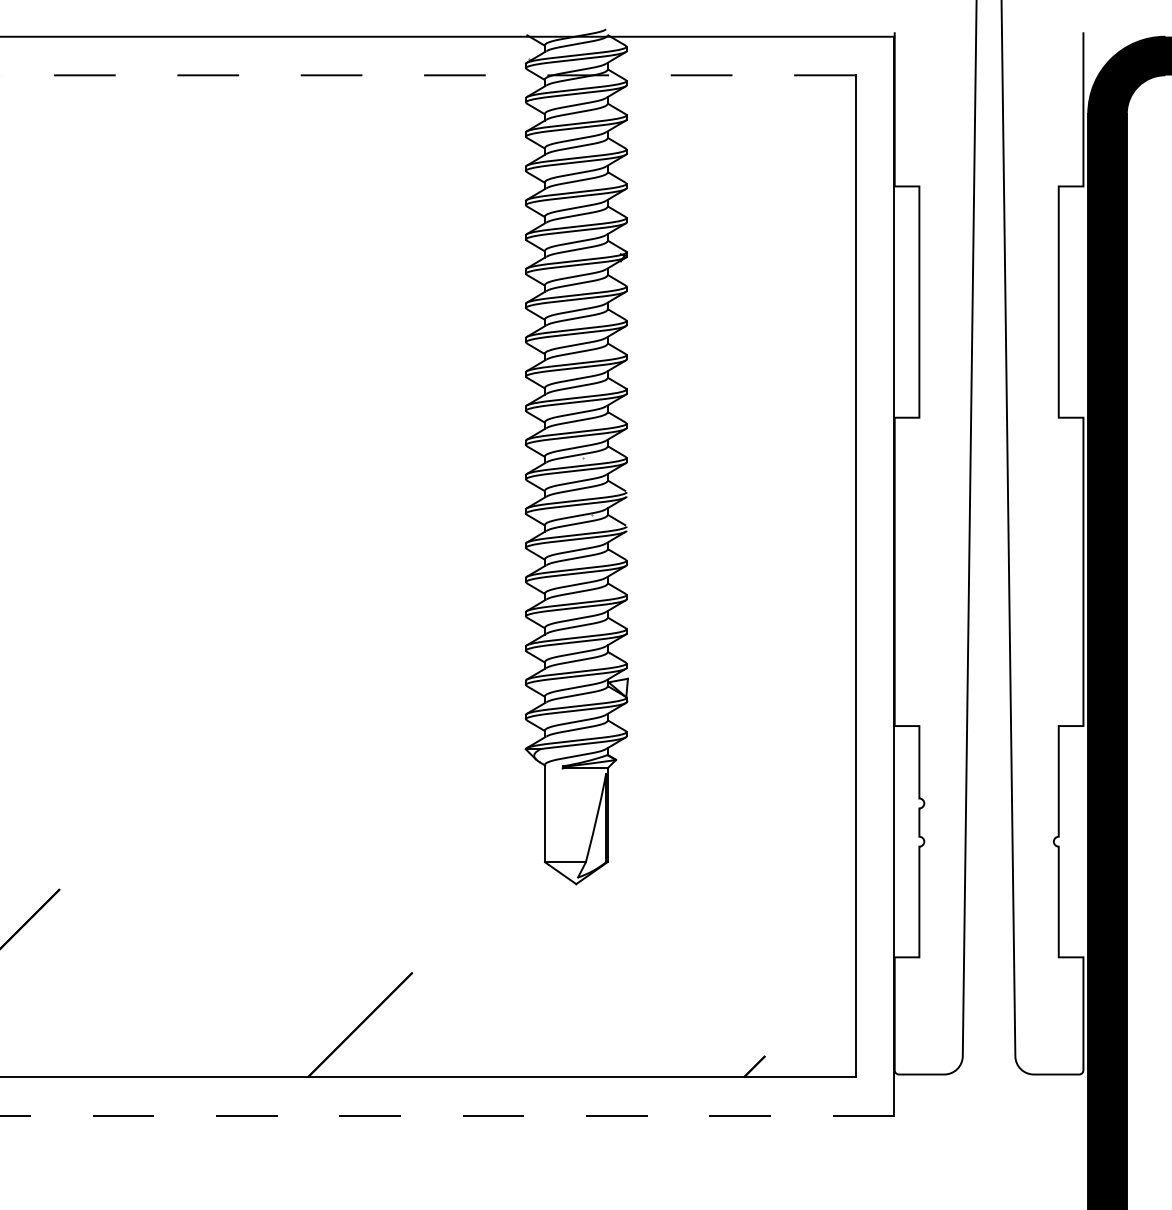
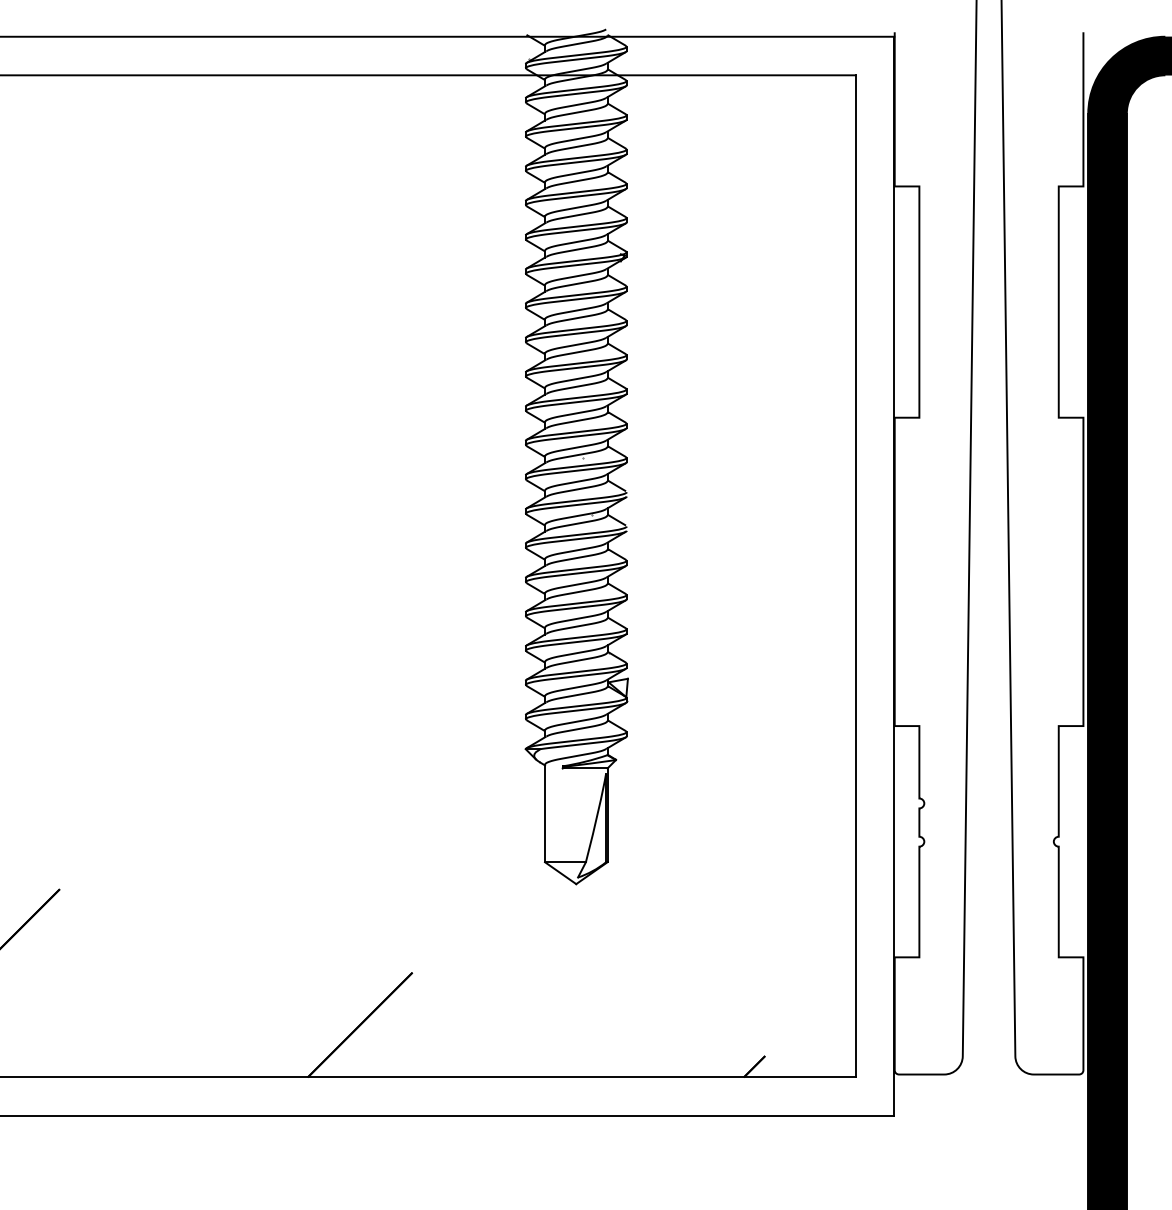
line at (427, 75): dashed -> solid
line at (447, 1116): dashed -> solid
